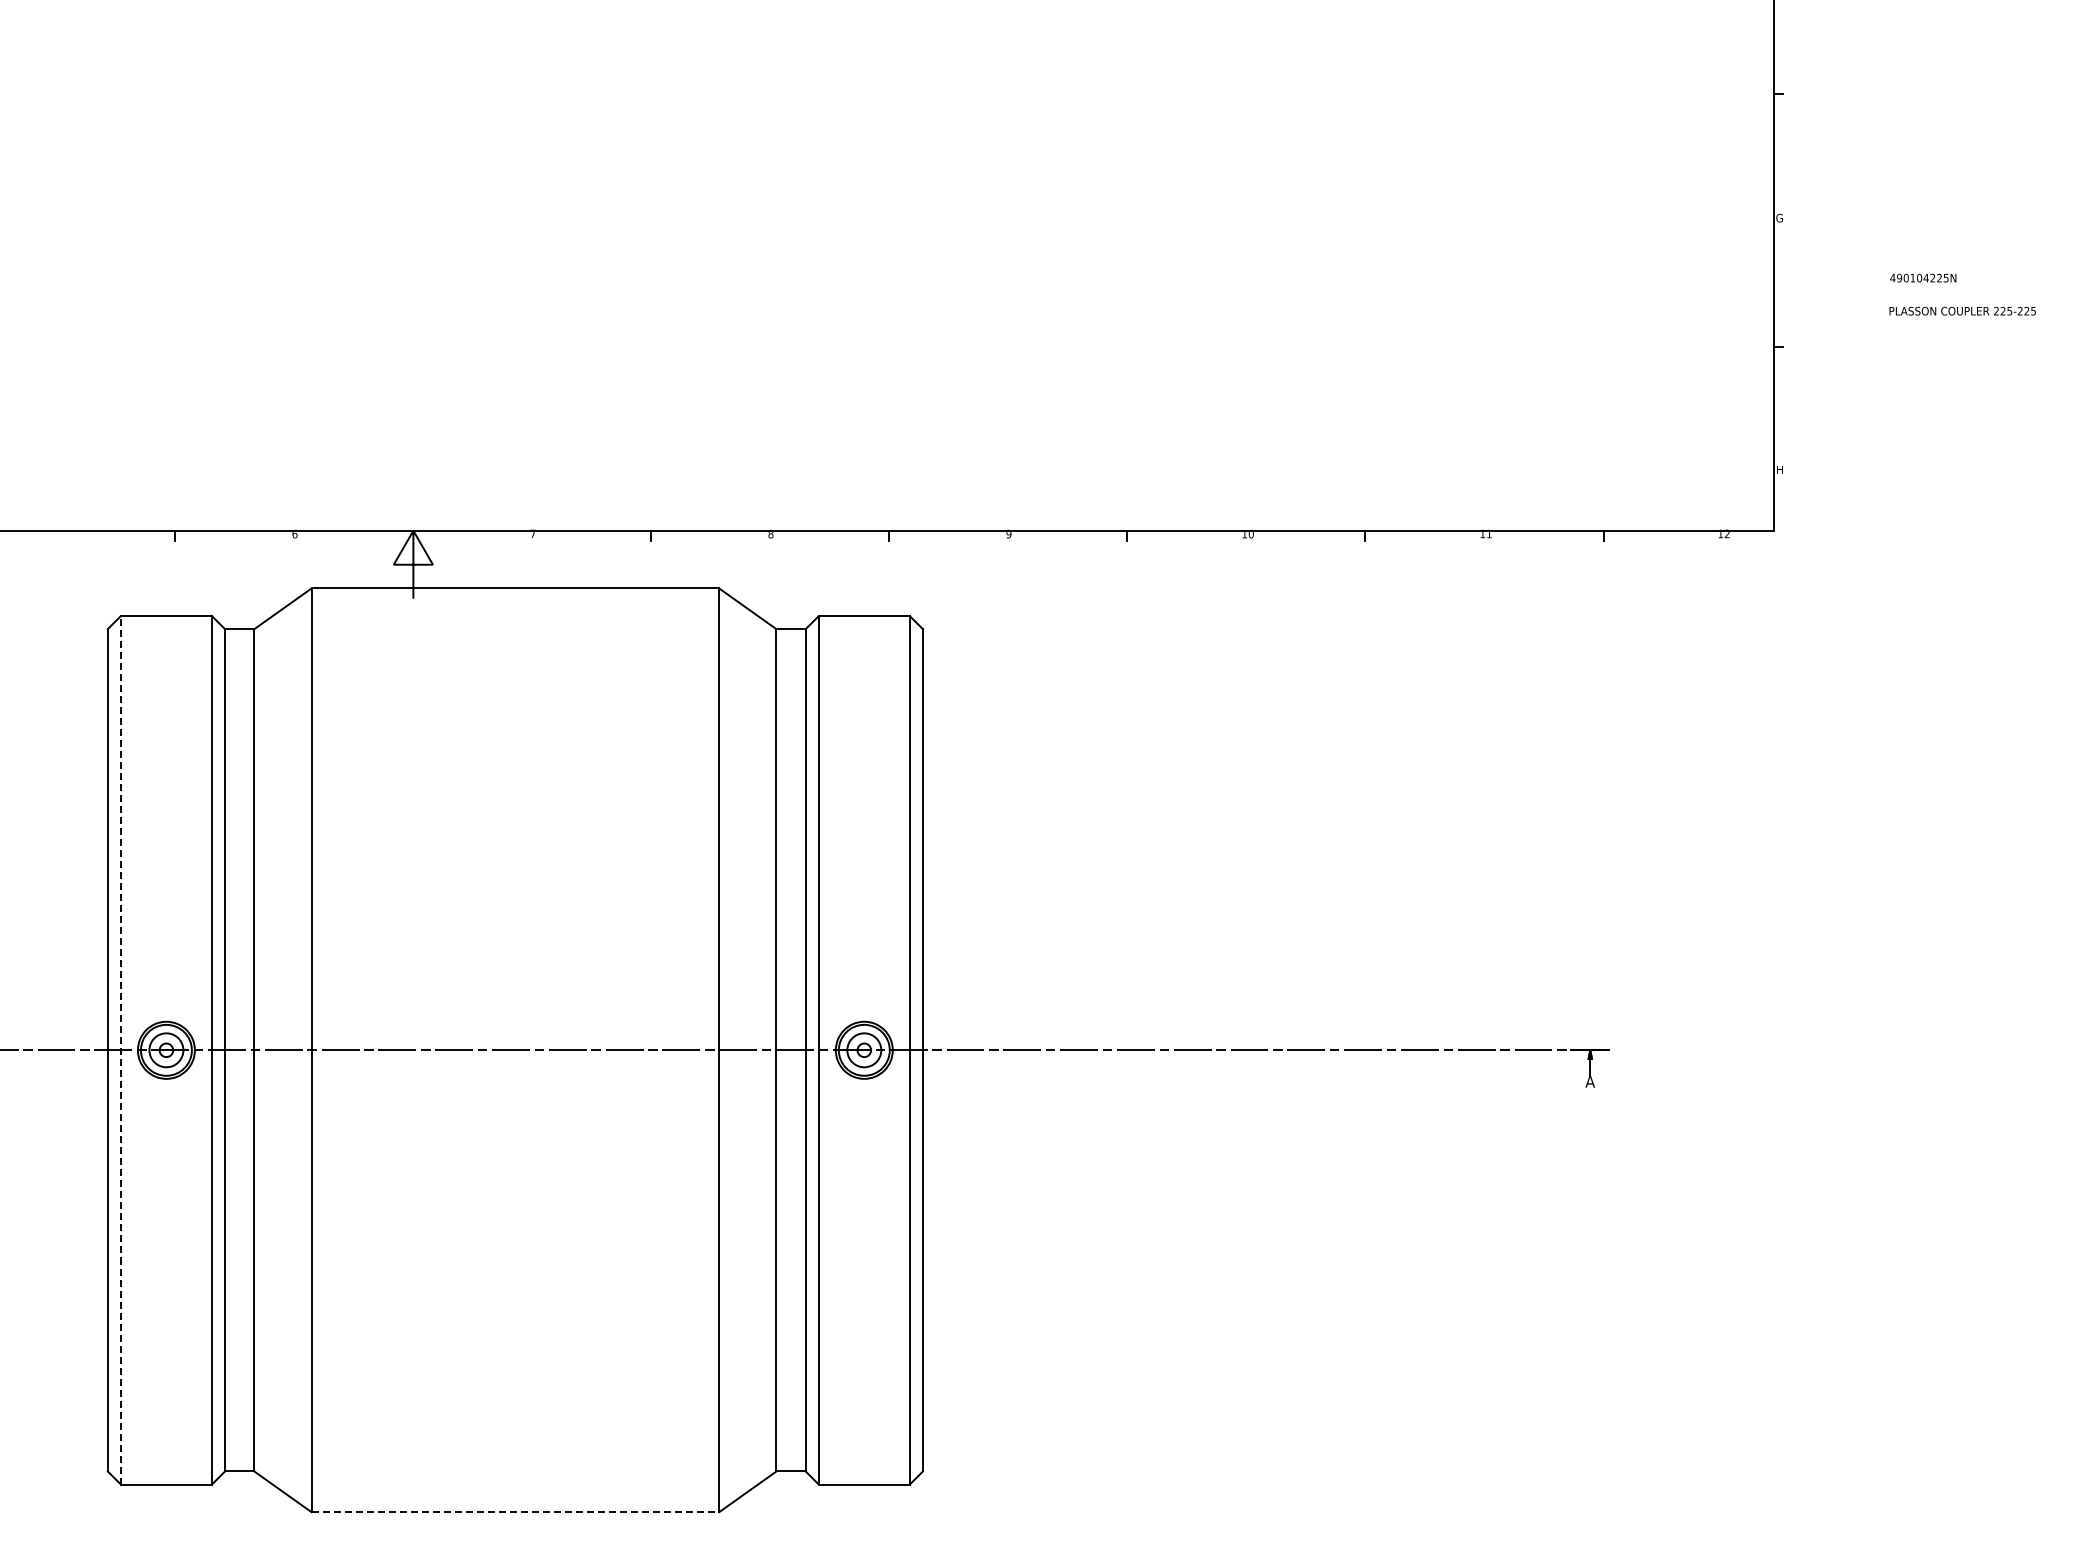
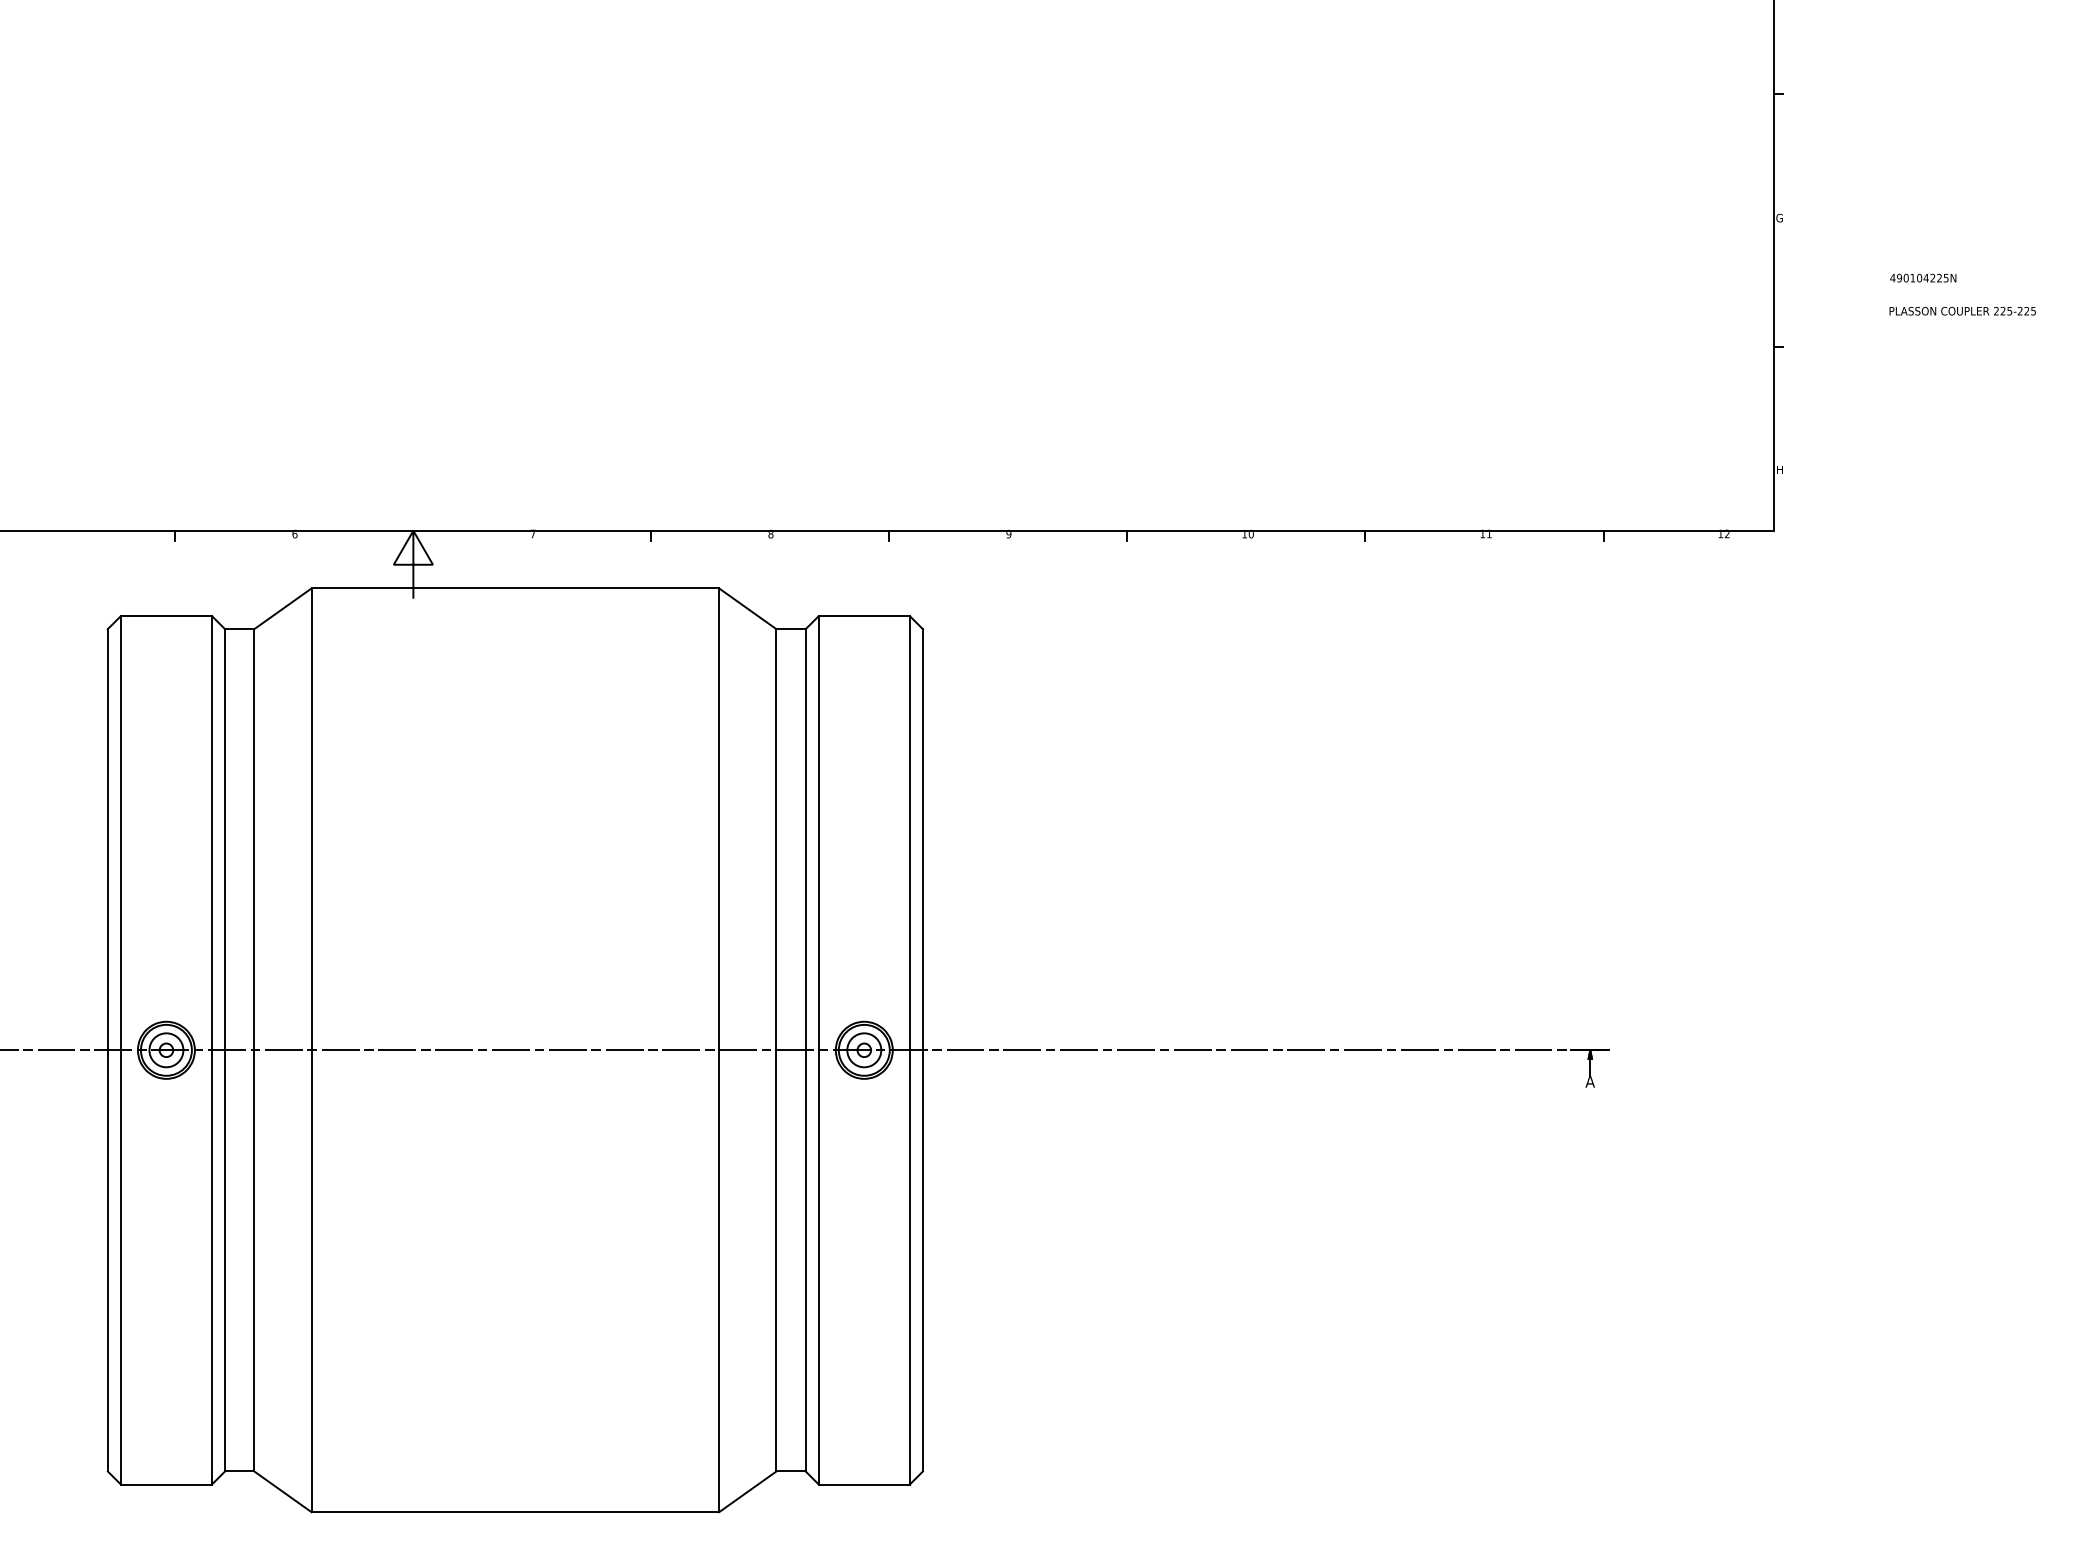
line at (120, 1049): dashed -> solid
line at (515, 1512): dashed -> solid
